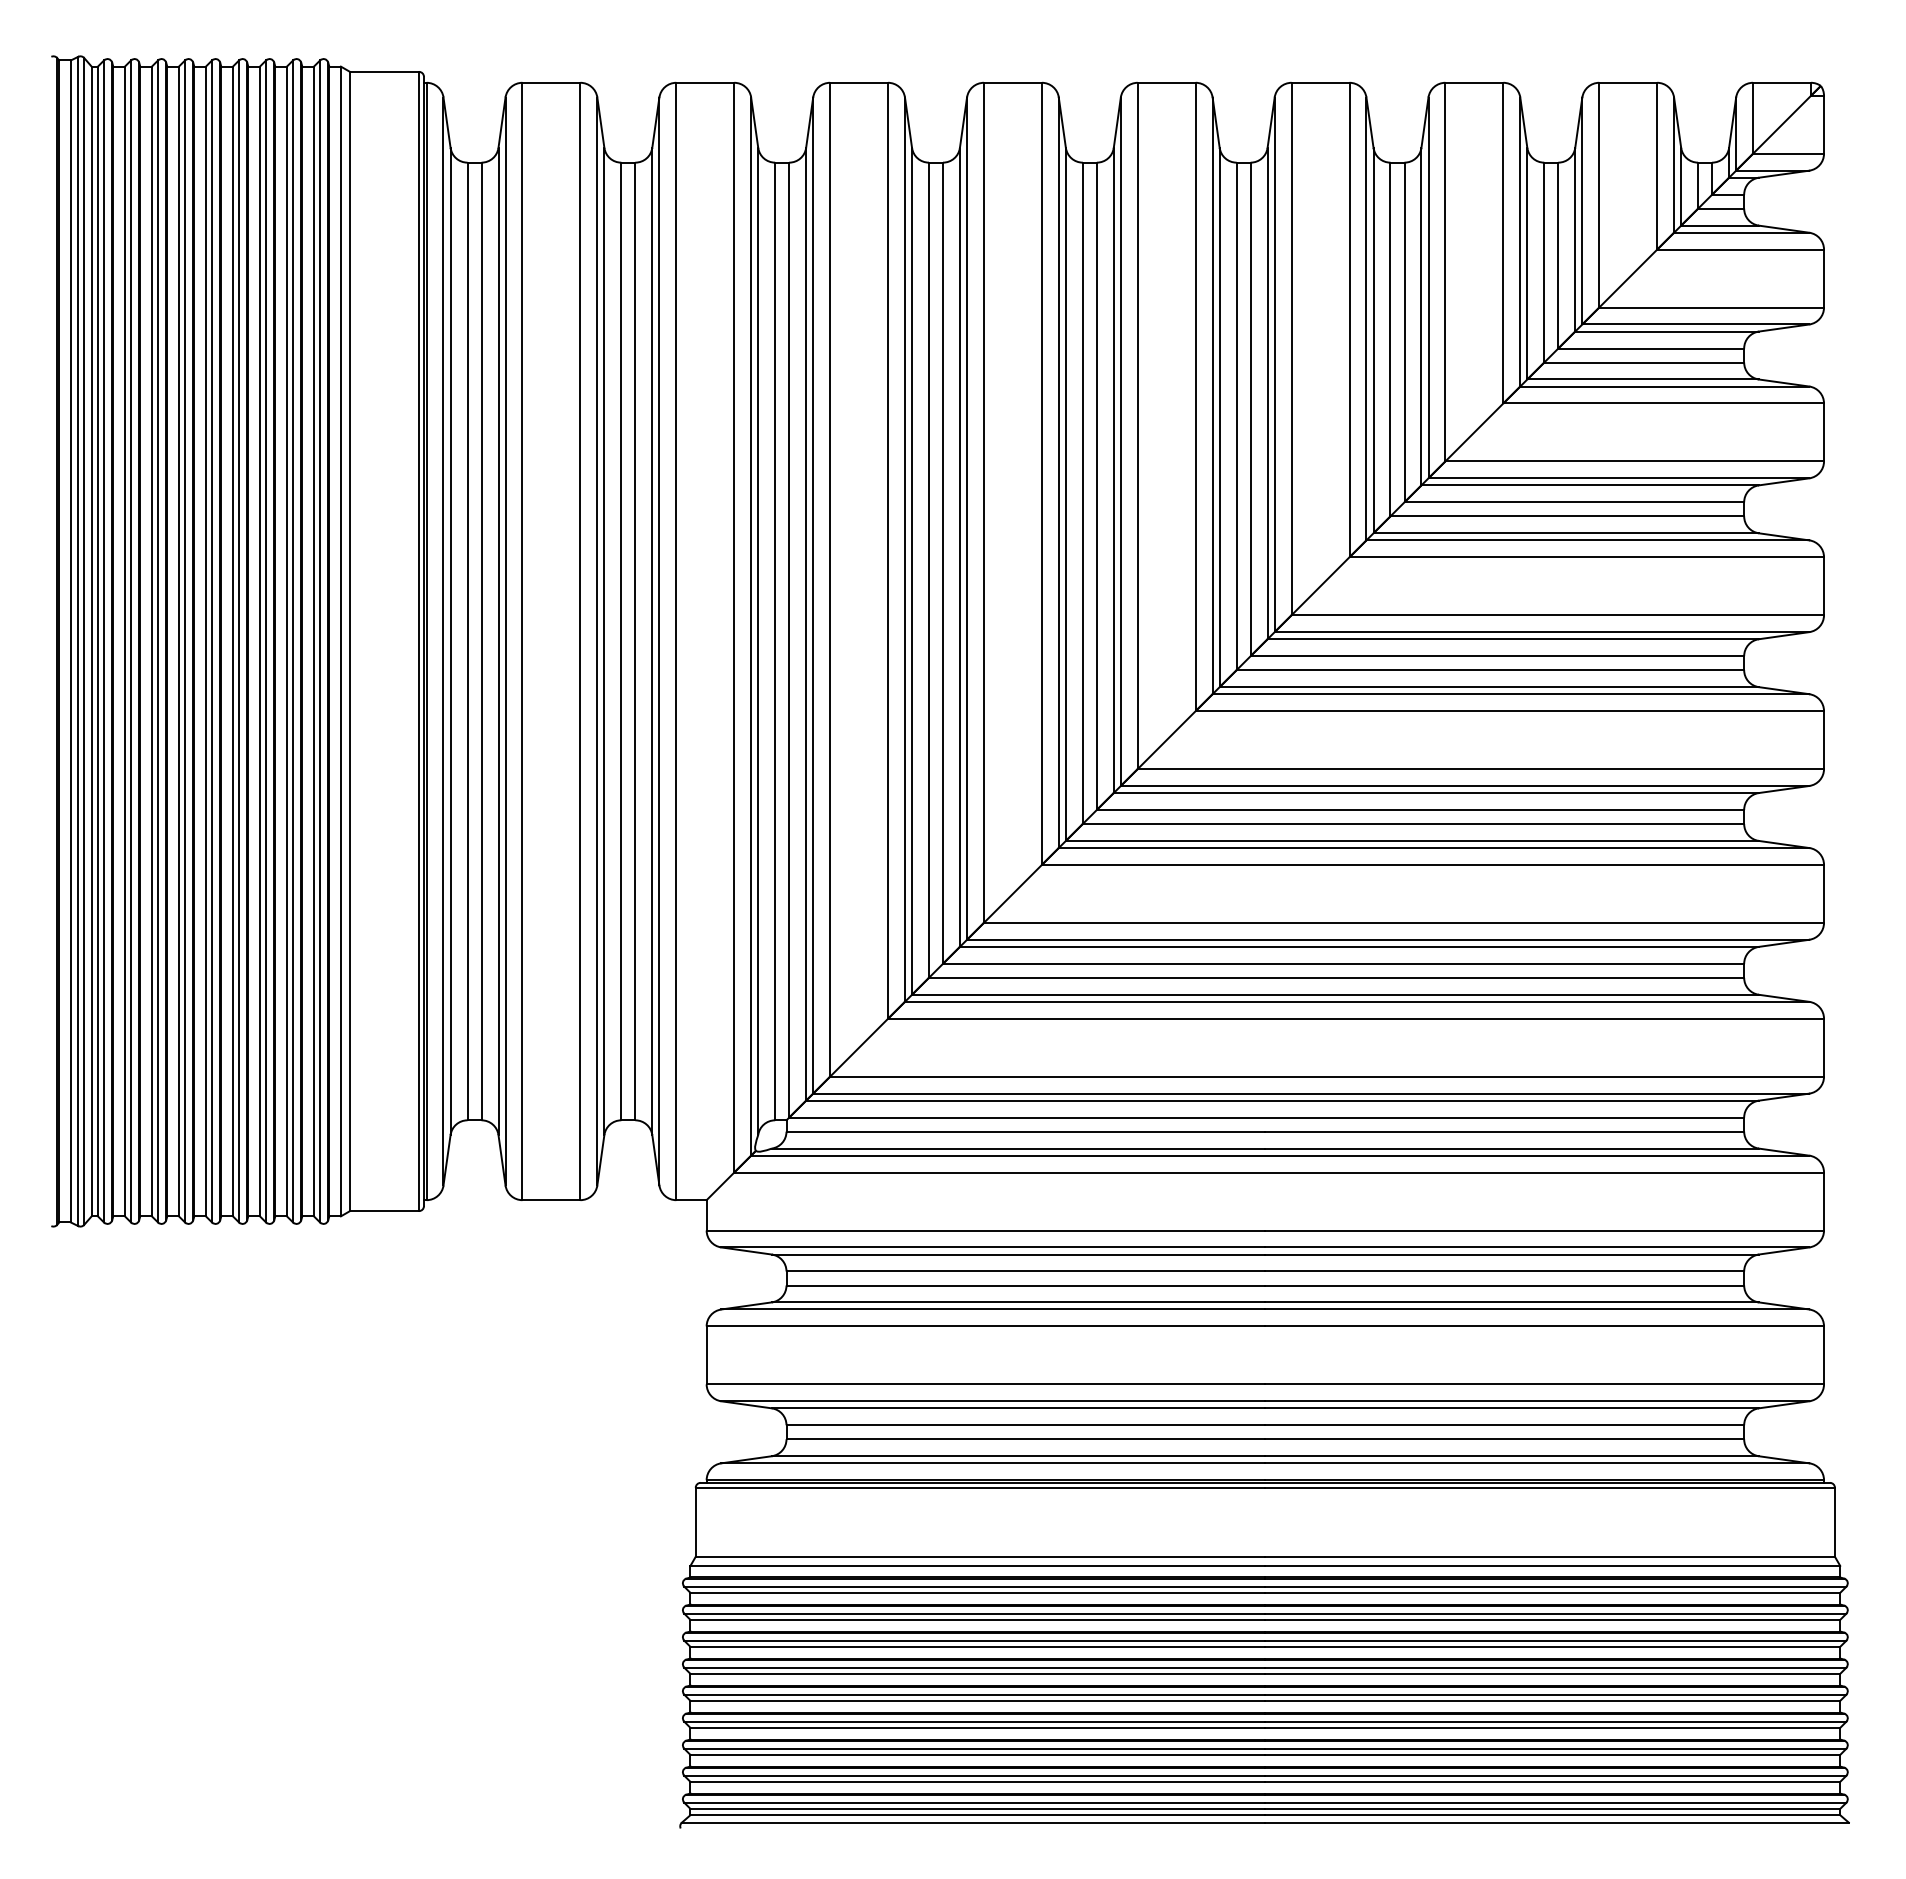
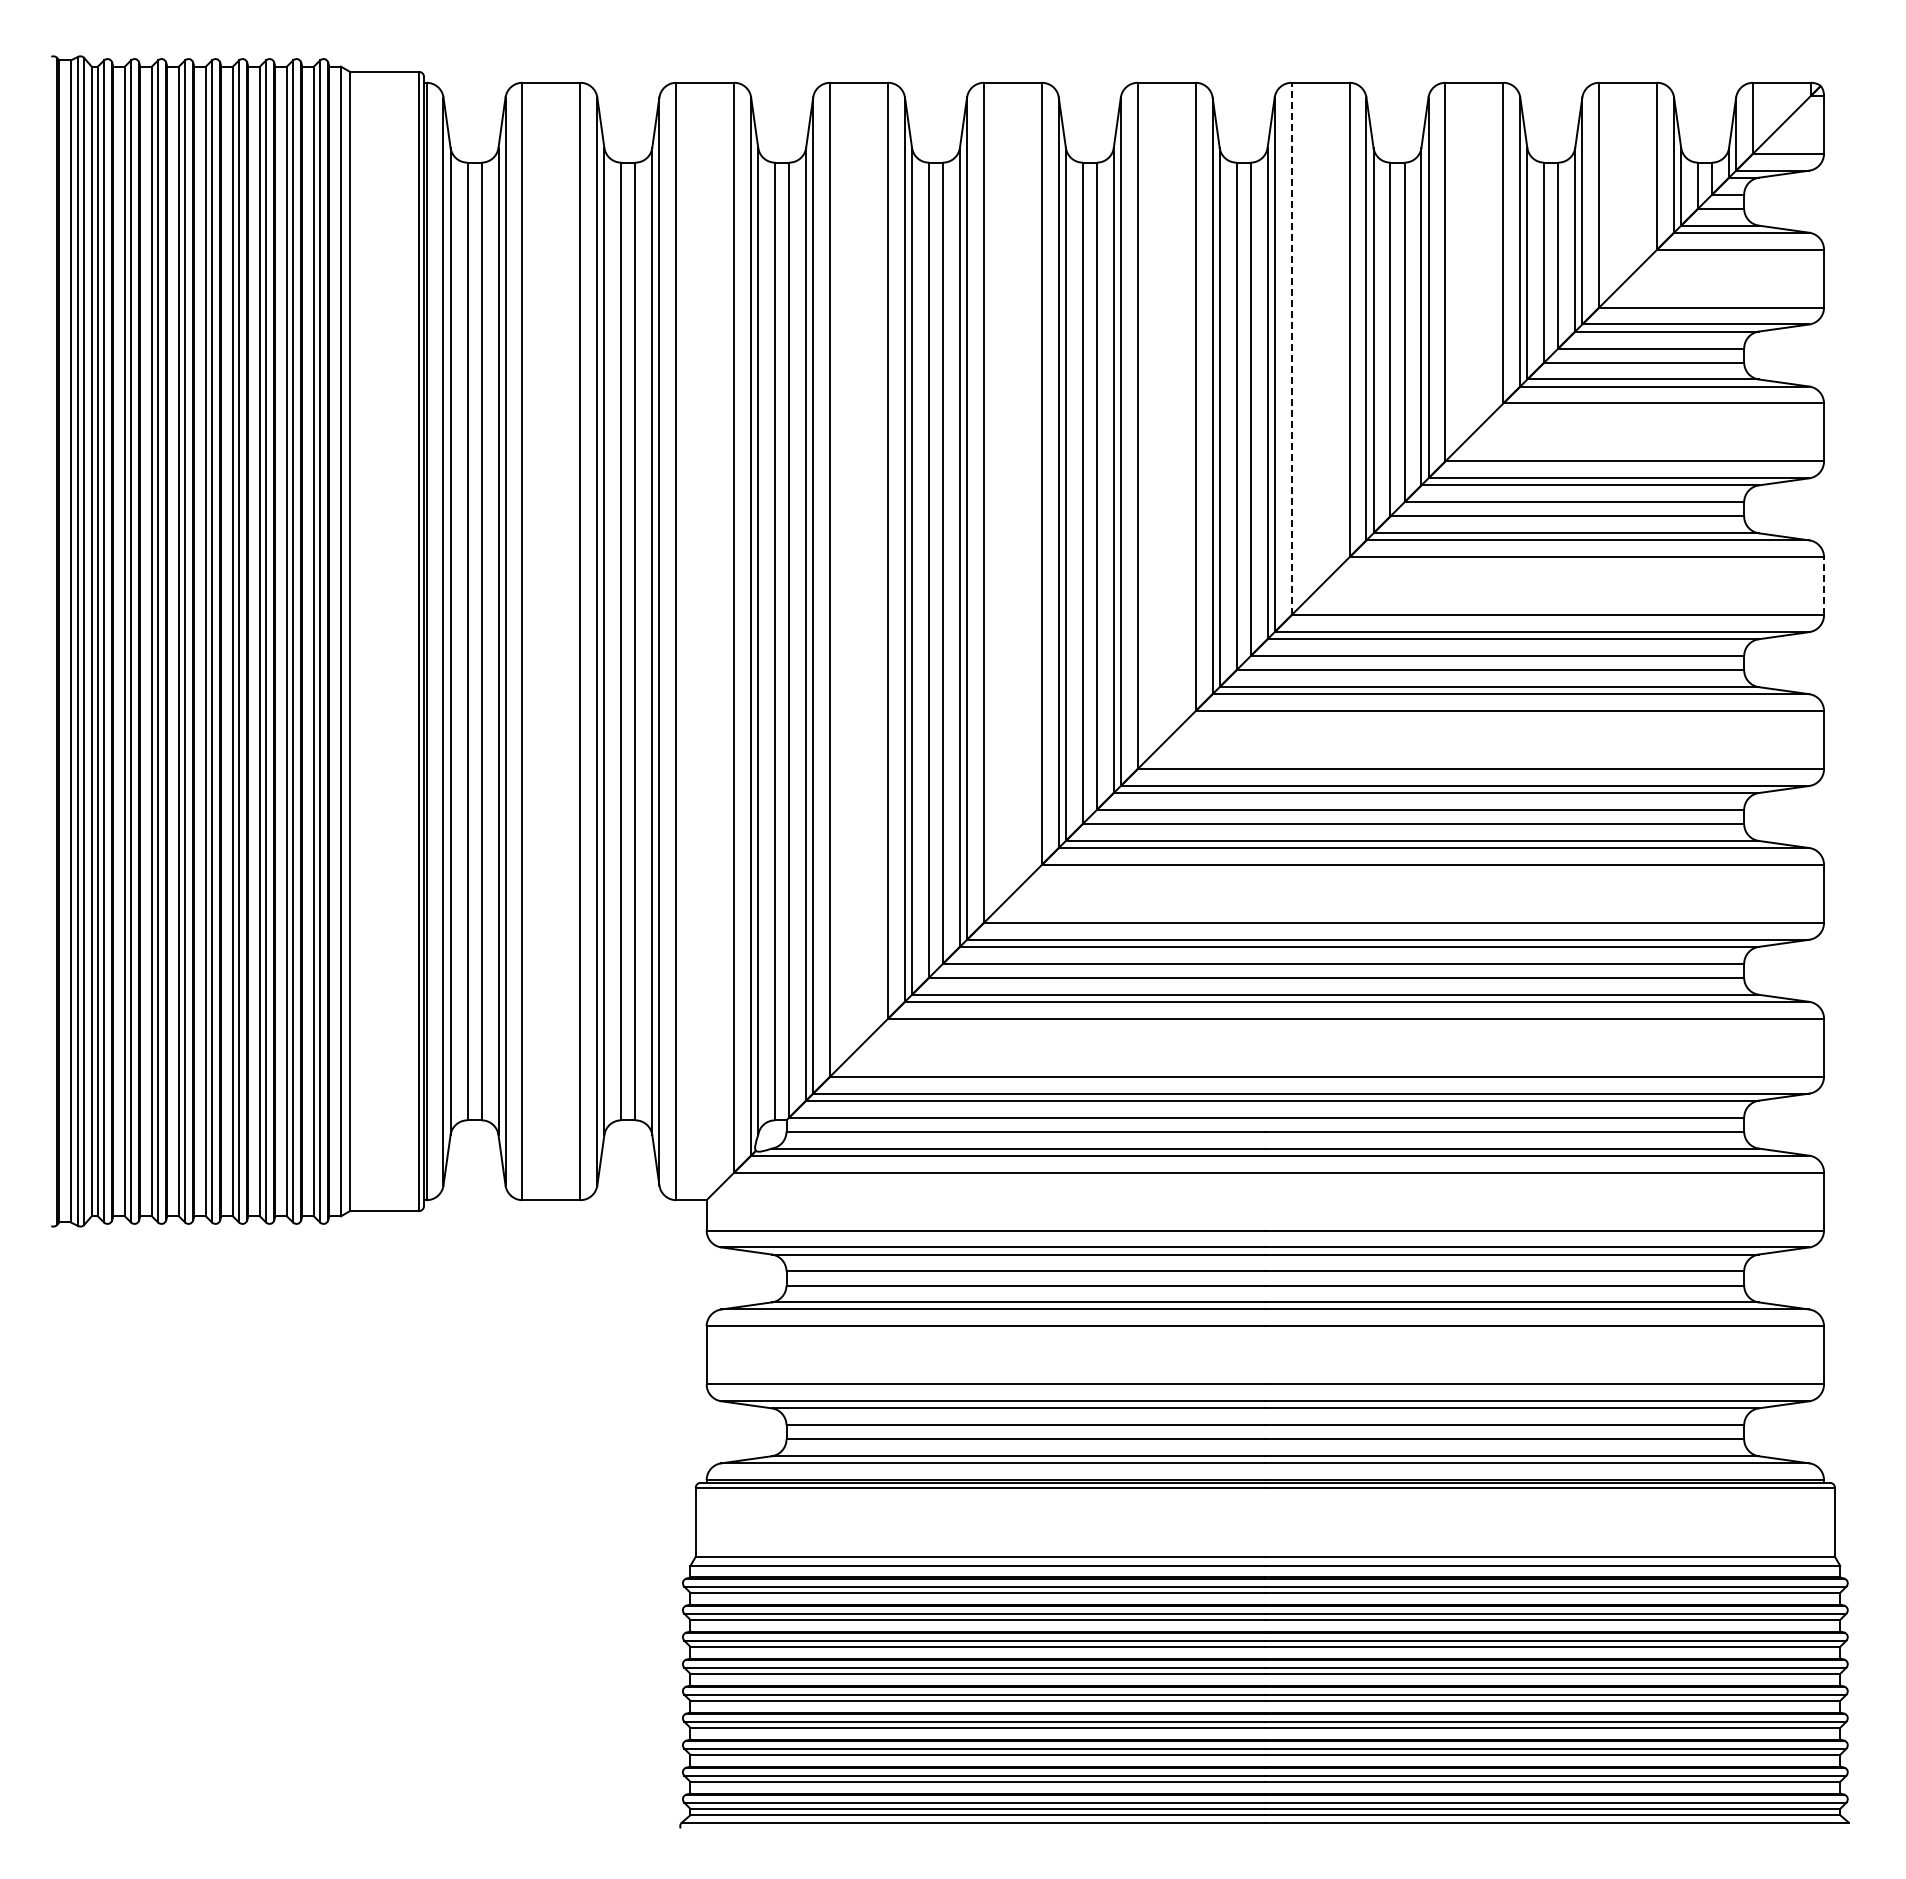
line at (1291, 348): solid -> dashed
line at (1824, 586): solid -> dashed
